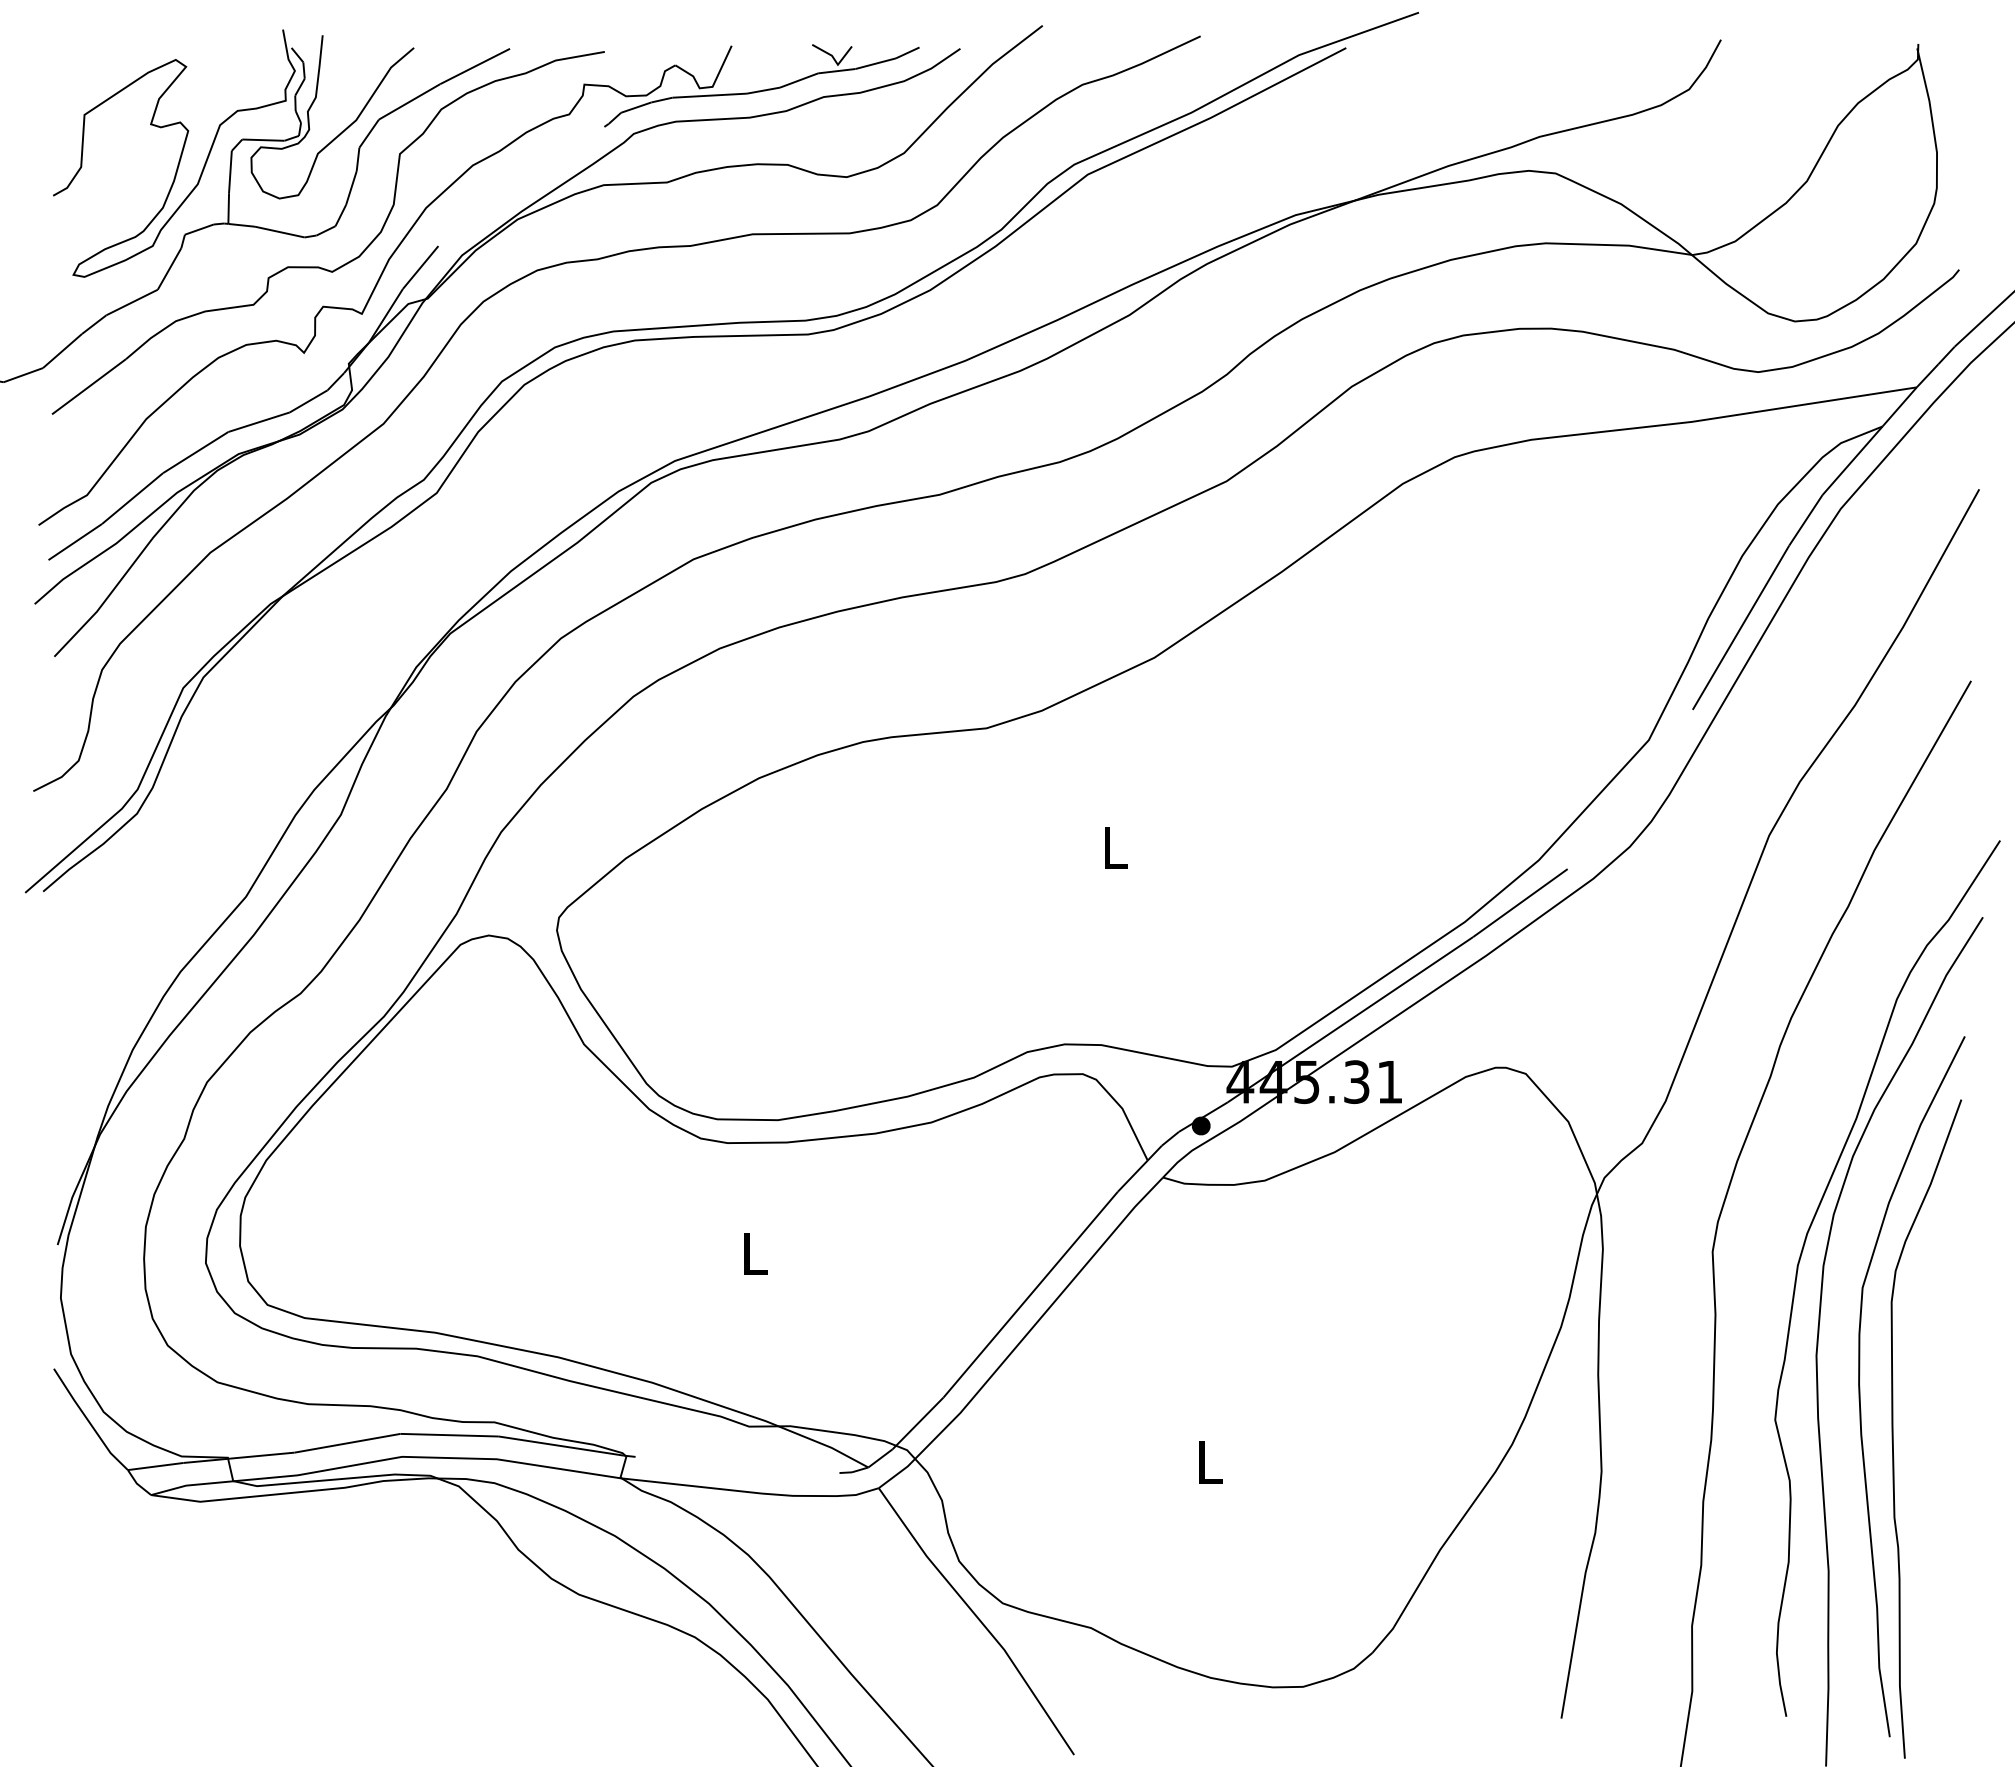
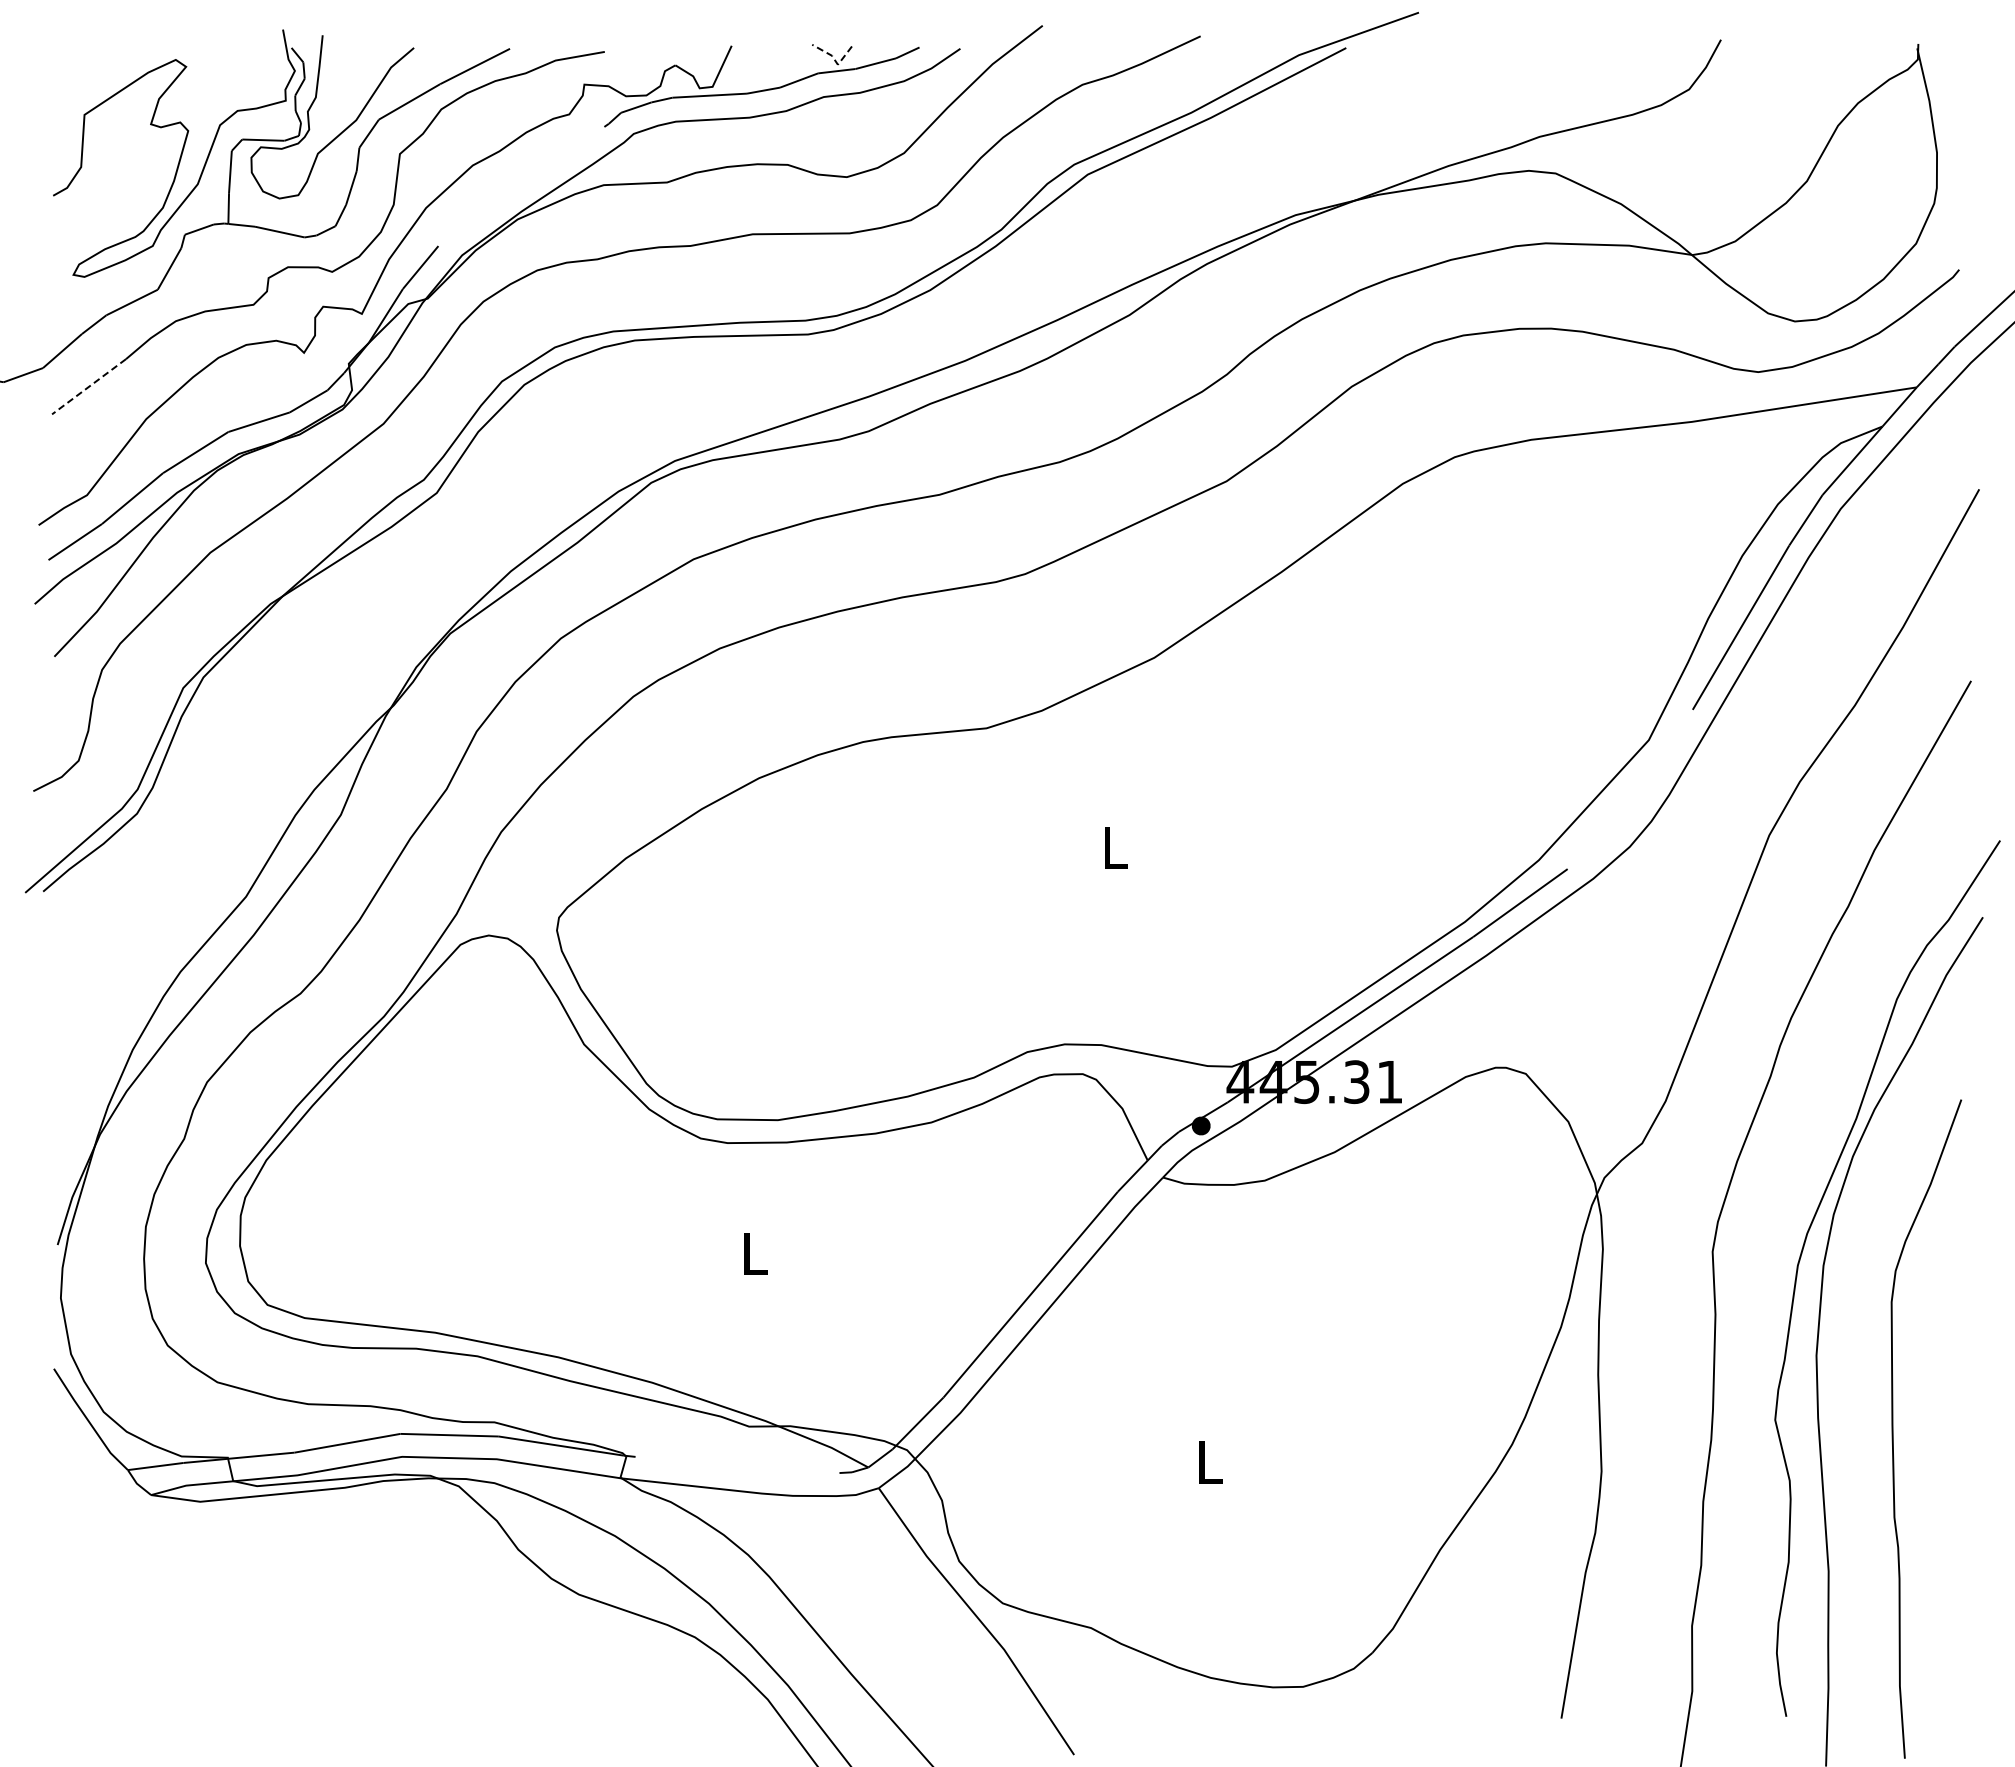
line at (835, 60): solid -> dashed
line at (88, 387): solid -> dashed
curve at (1860, 1386): present -> none
